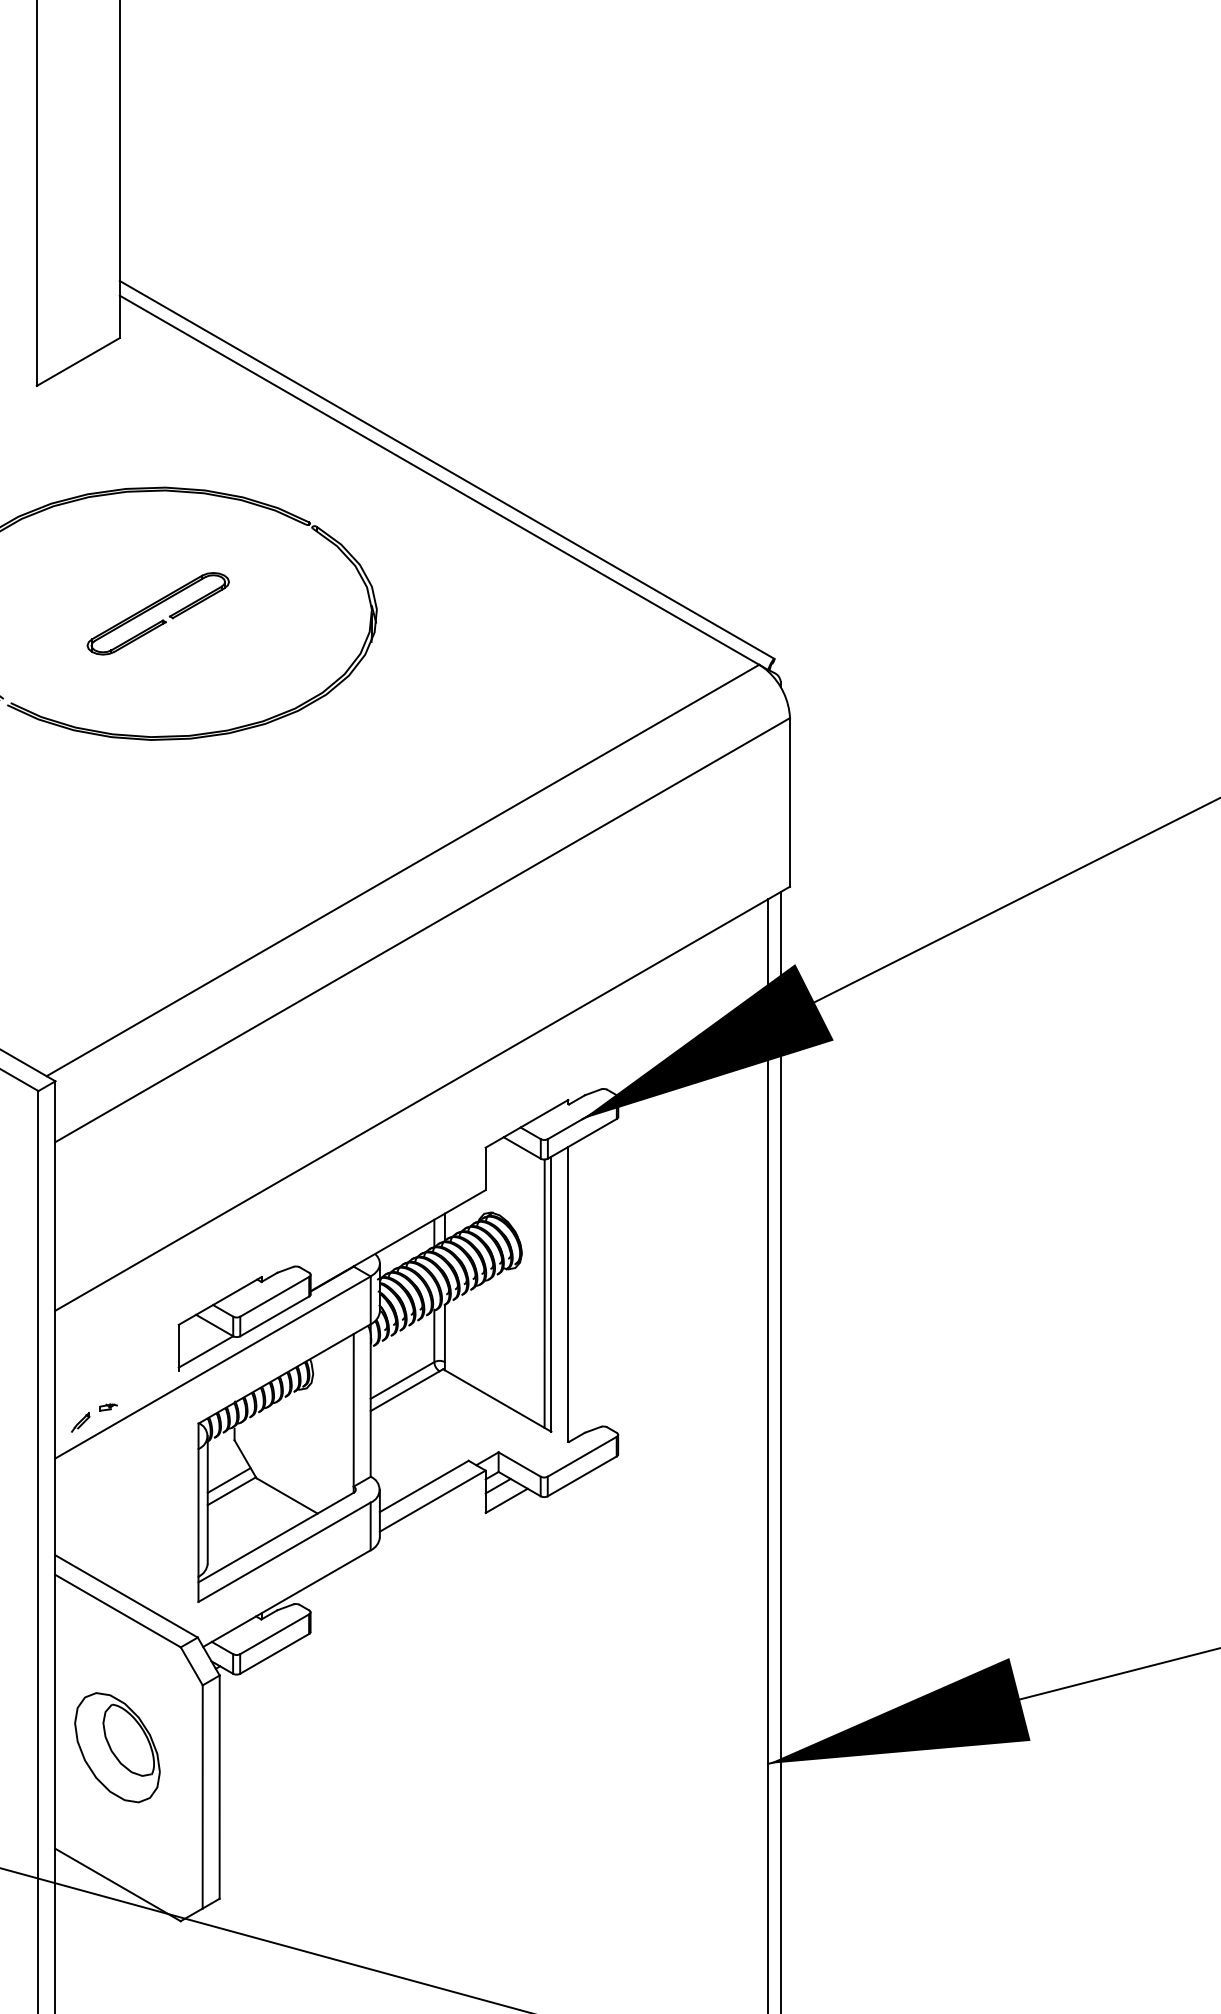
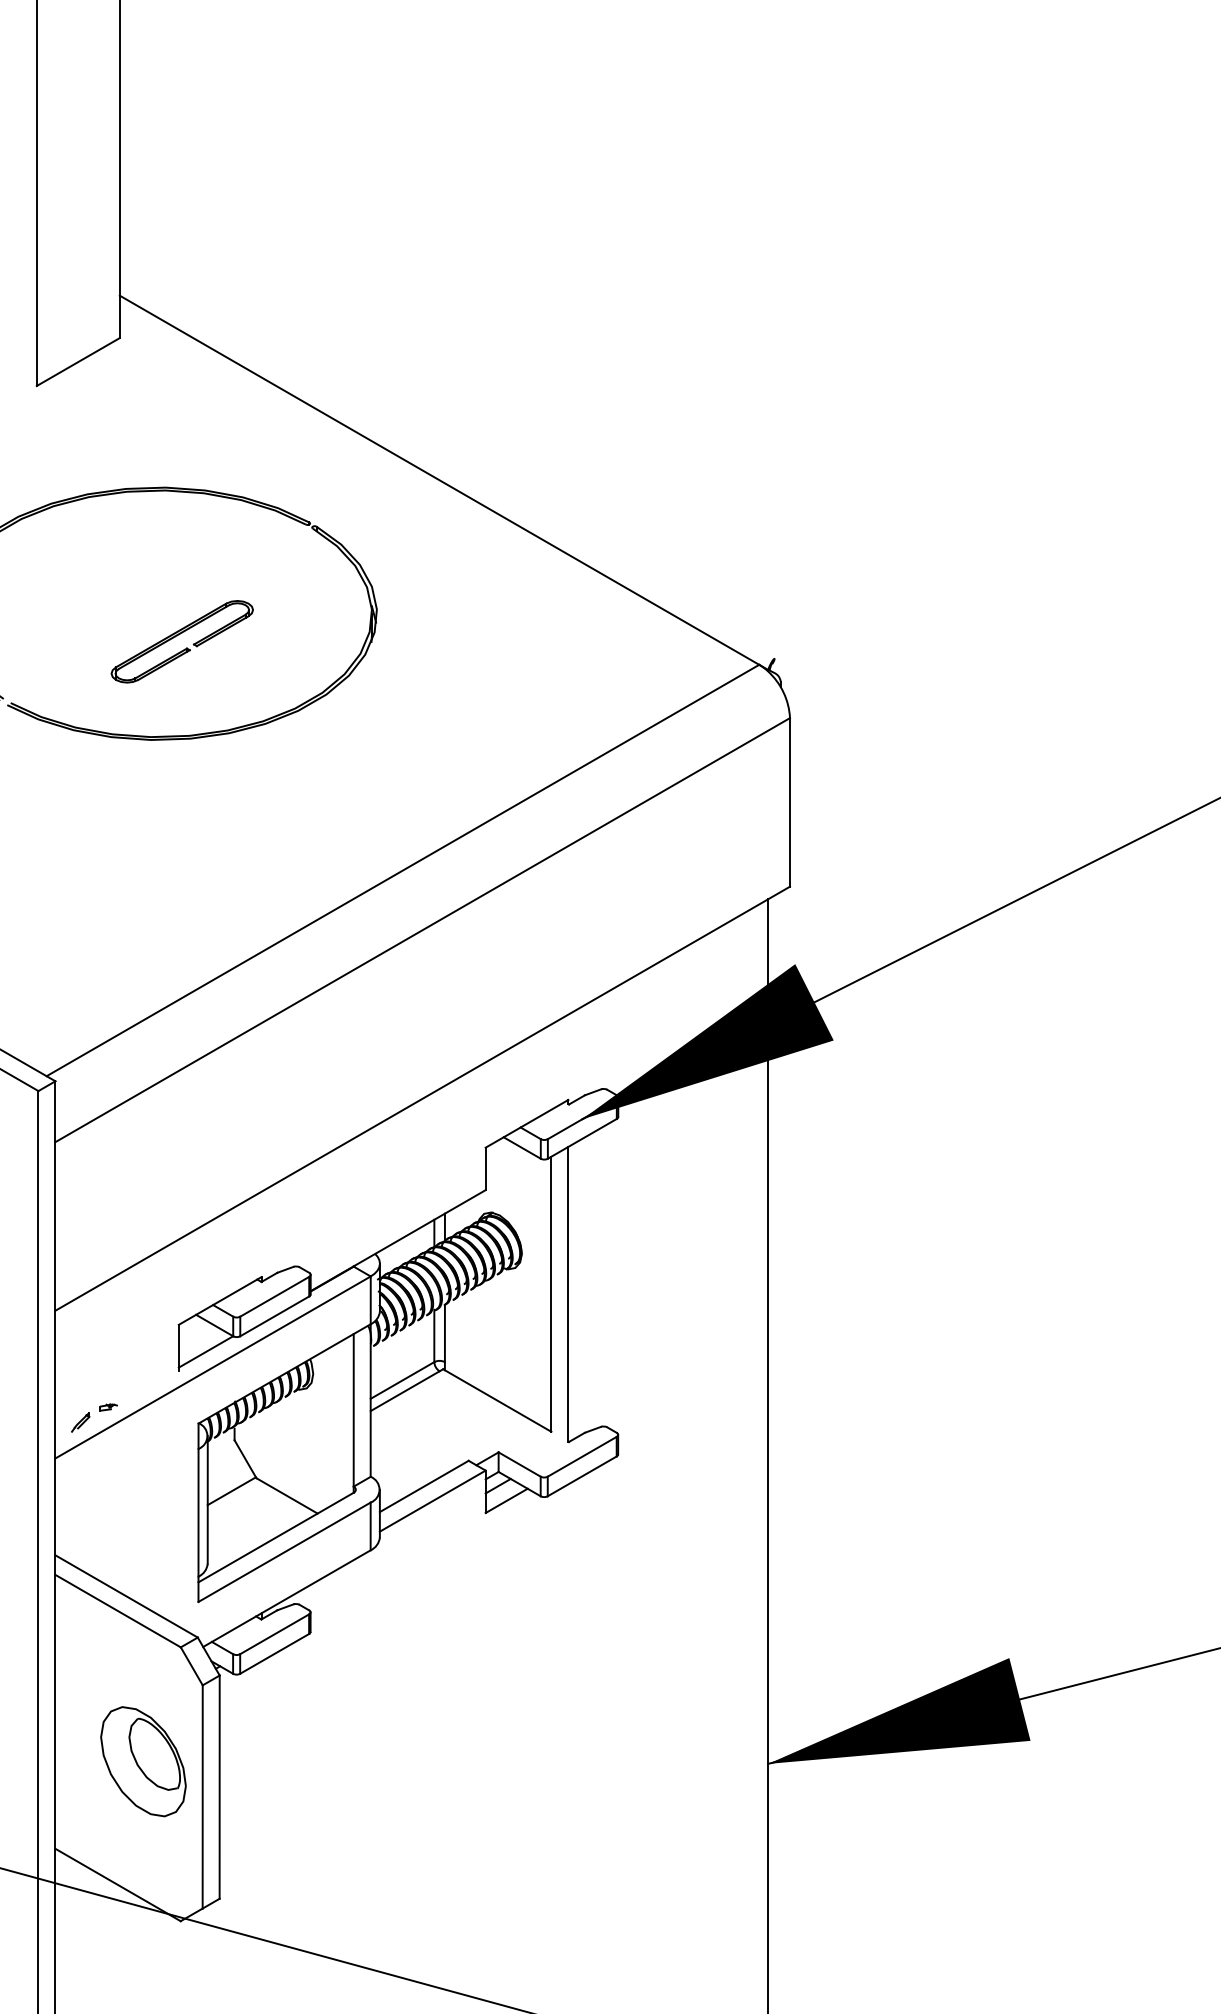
line at (446, 469): present -> none
part at (153, 608) position: (153, 608) -> (177, 636)
line at (544, 1293): present -> none
line at (780, 1450): present -> none
line at (228, 1480): present -> none
part at (117, 1747) position: (117, 1747) -> (143, 1761)
